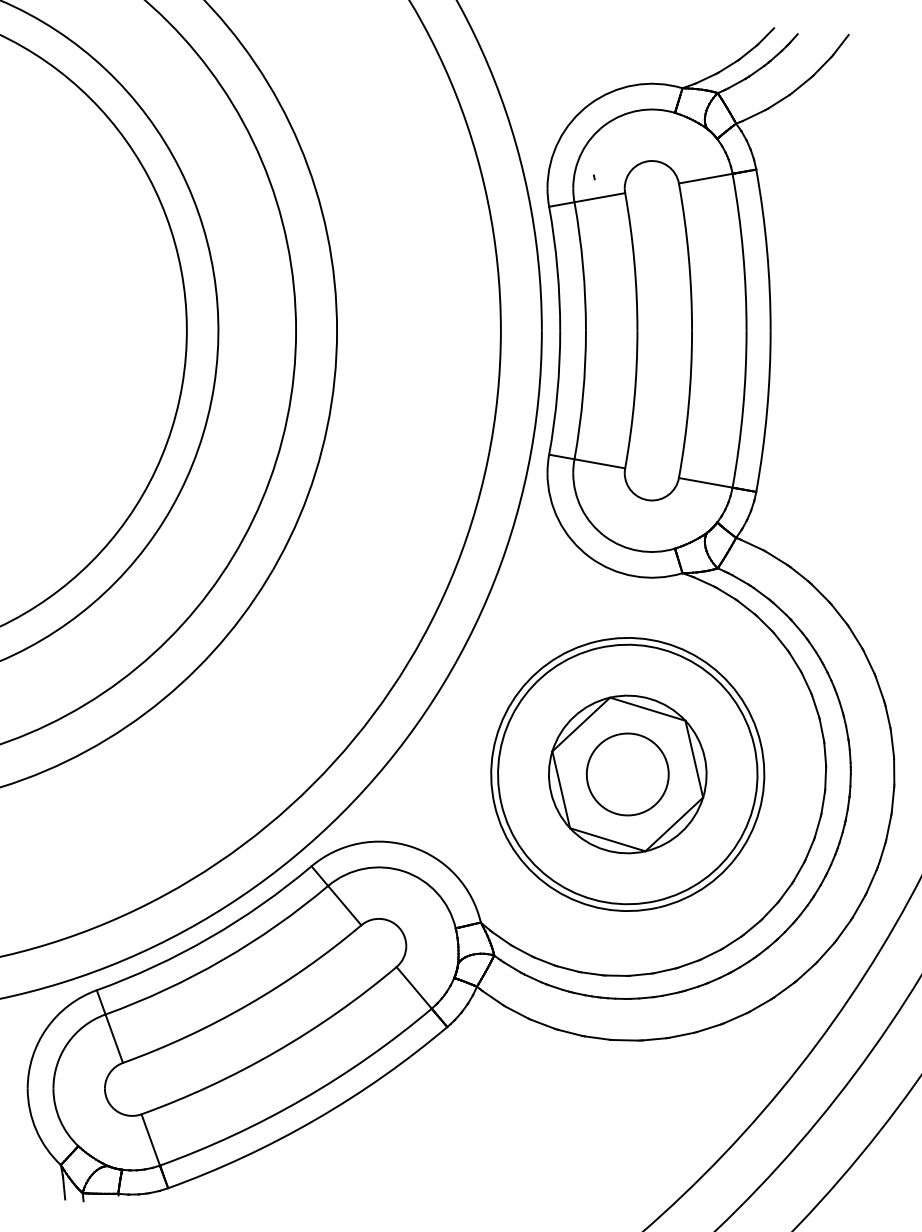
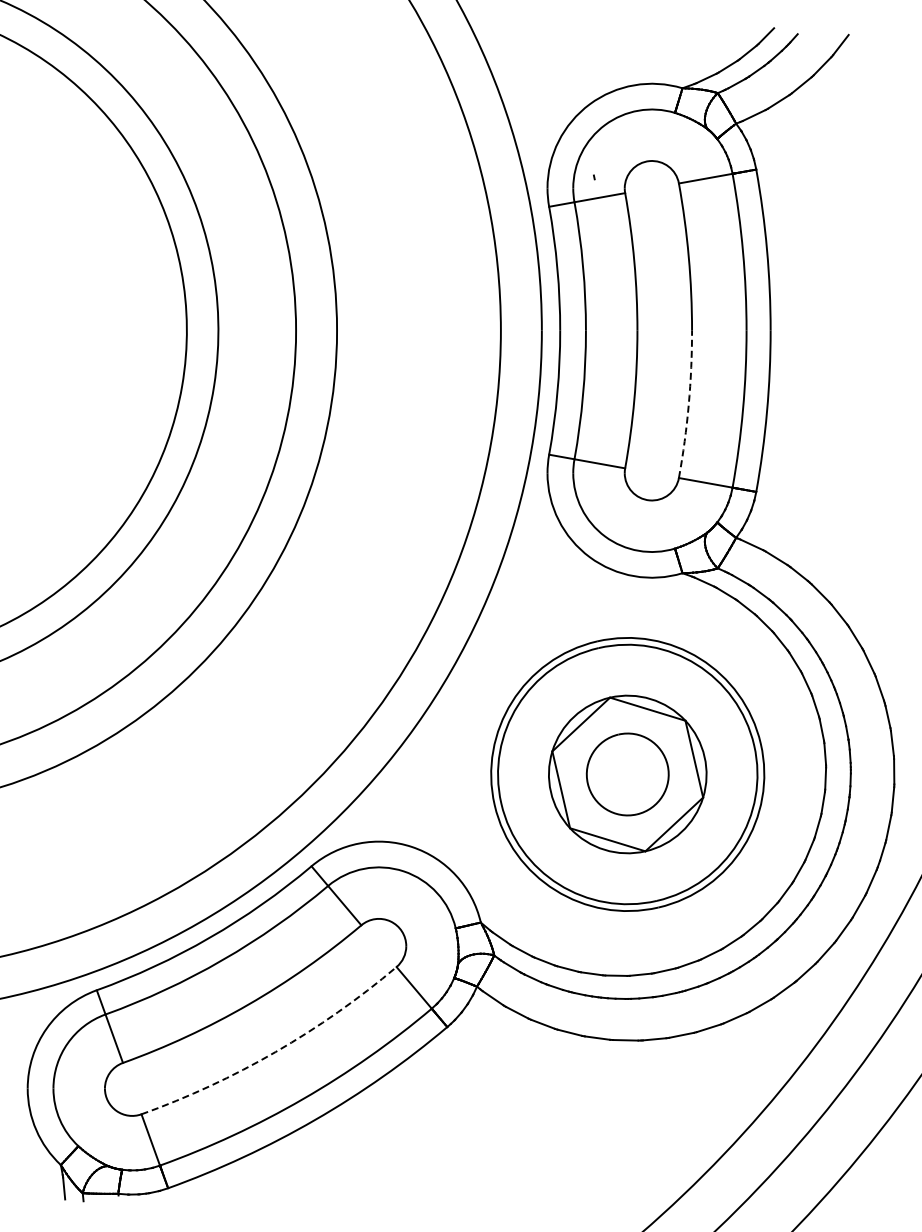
arc at (688, 404): solid -> dashed
arc at (275, 1052): solid -> dashed
